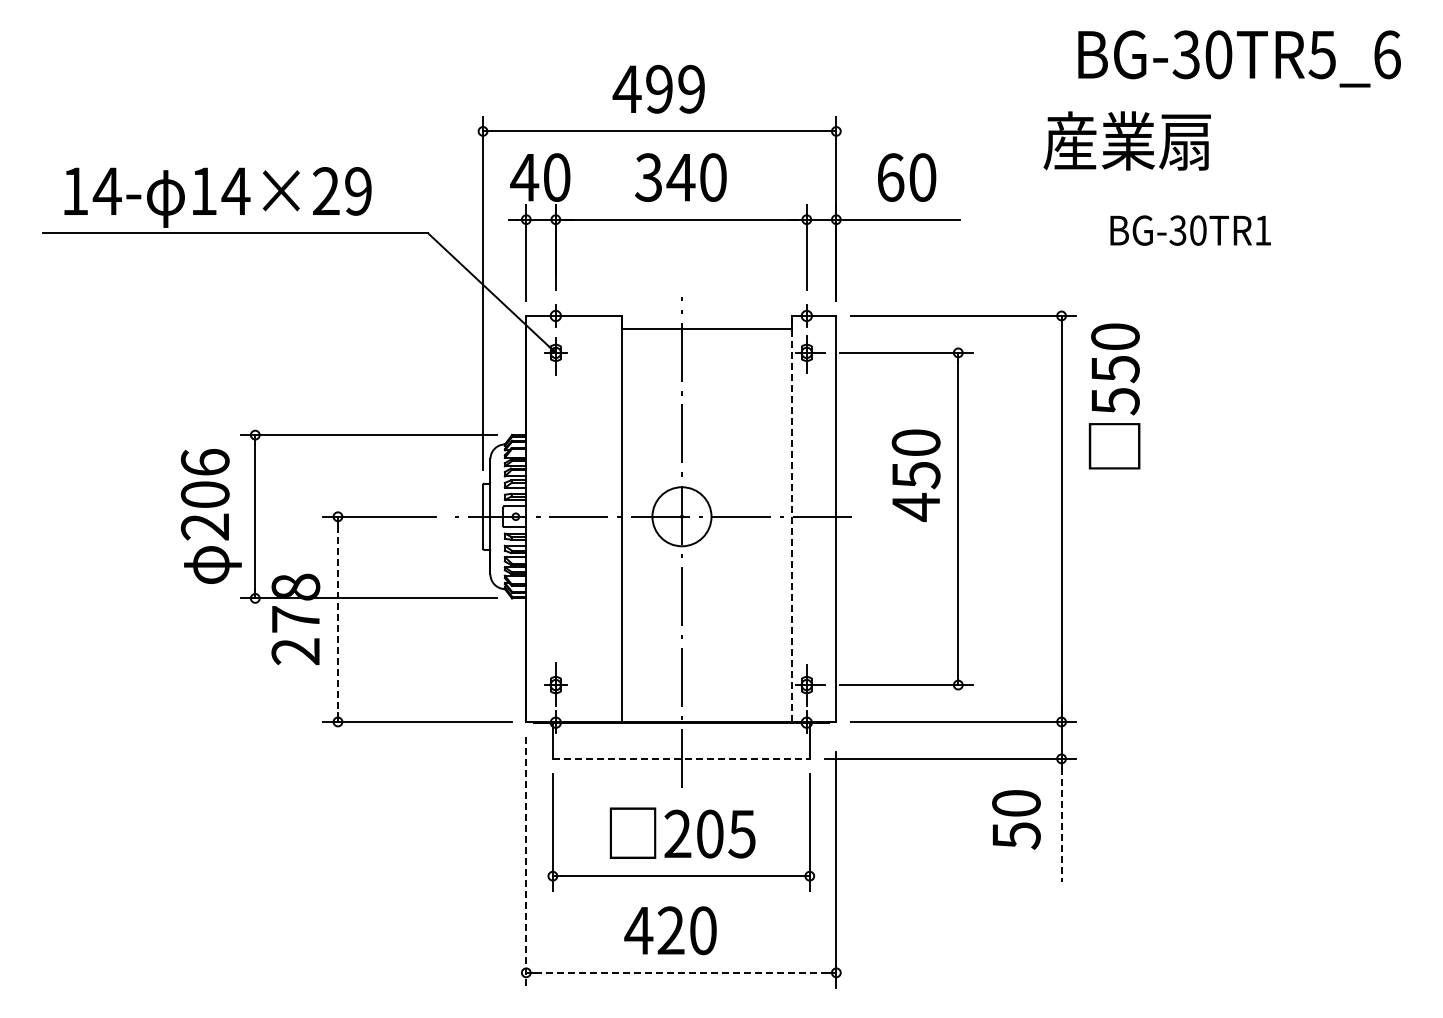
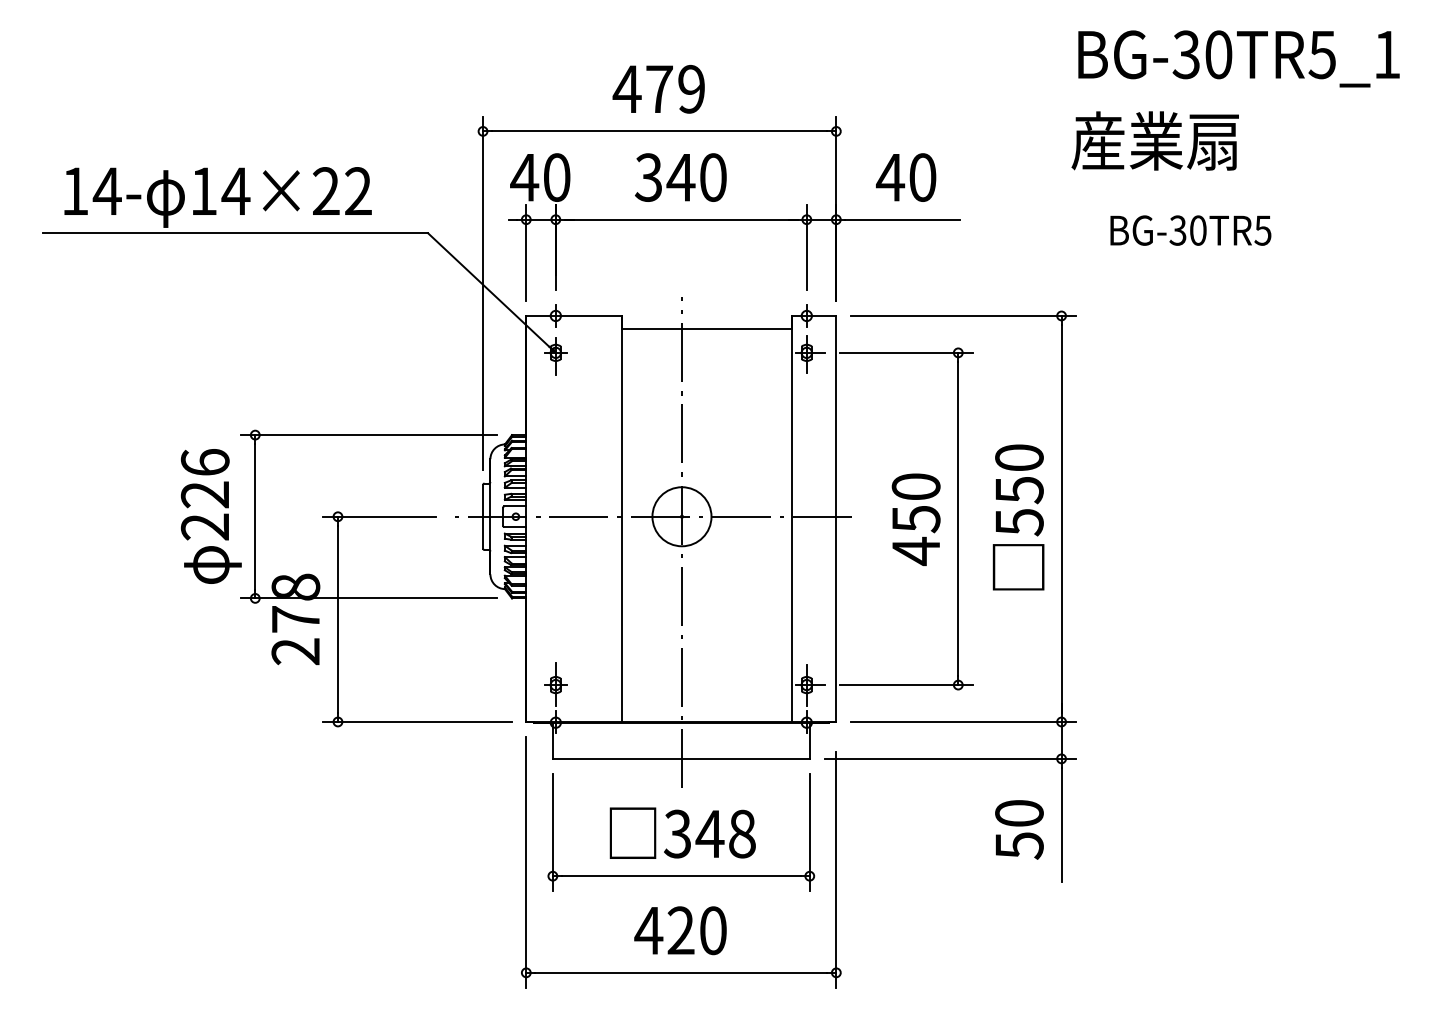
text at (1387, 54): BG-30TR5_6 -> BG-30TR5_1
text at (659, 88): 499 -> 479
text at (1126, 140) position: (1126, 140) -> (1154, 140)
text at (890, 177): 60 -> 40
text at (358, 191): 14×29 -> 14×22
text at (1262, 230): BG-30TR1 -> BG-30TR5
text at (1114, 396) position: (1114, 396) -> (1018, 517)
text at (915, 475) position: (915, 475) -> (915, 519)
text at (205, 494): 206 -> 226
line at (792, 518): dashed -> solid
line at (337, 619): dashed -> solid
line at (681, 758): dashed -> solid
text at (1016, 819) position: (1016, 819) -> (1019, 829)
line at (1061, 825): dashed -> solid
text at (709, 833): 205 -> 348
line at (526, 862): dashed -> solid
text at (670, 930) position: (670, 930) -> (680, 930)
line at (681, 972): dashed -> solid
